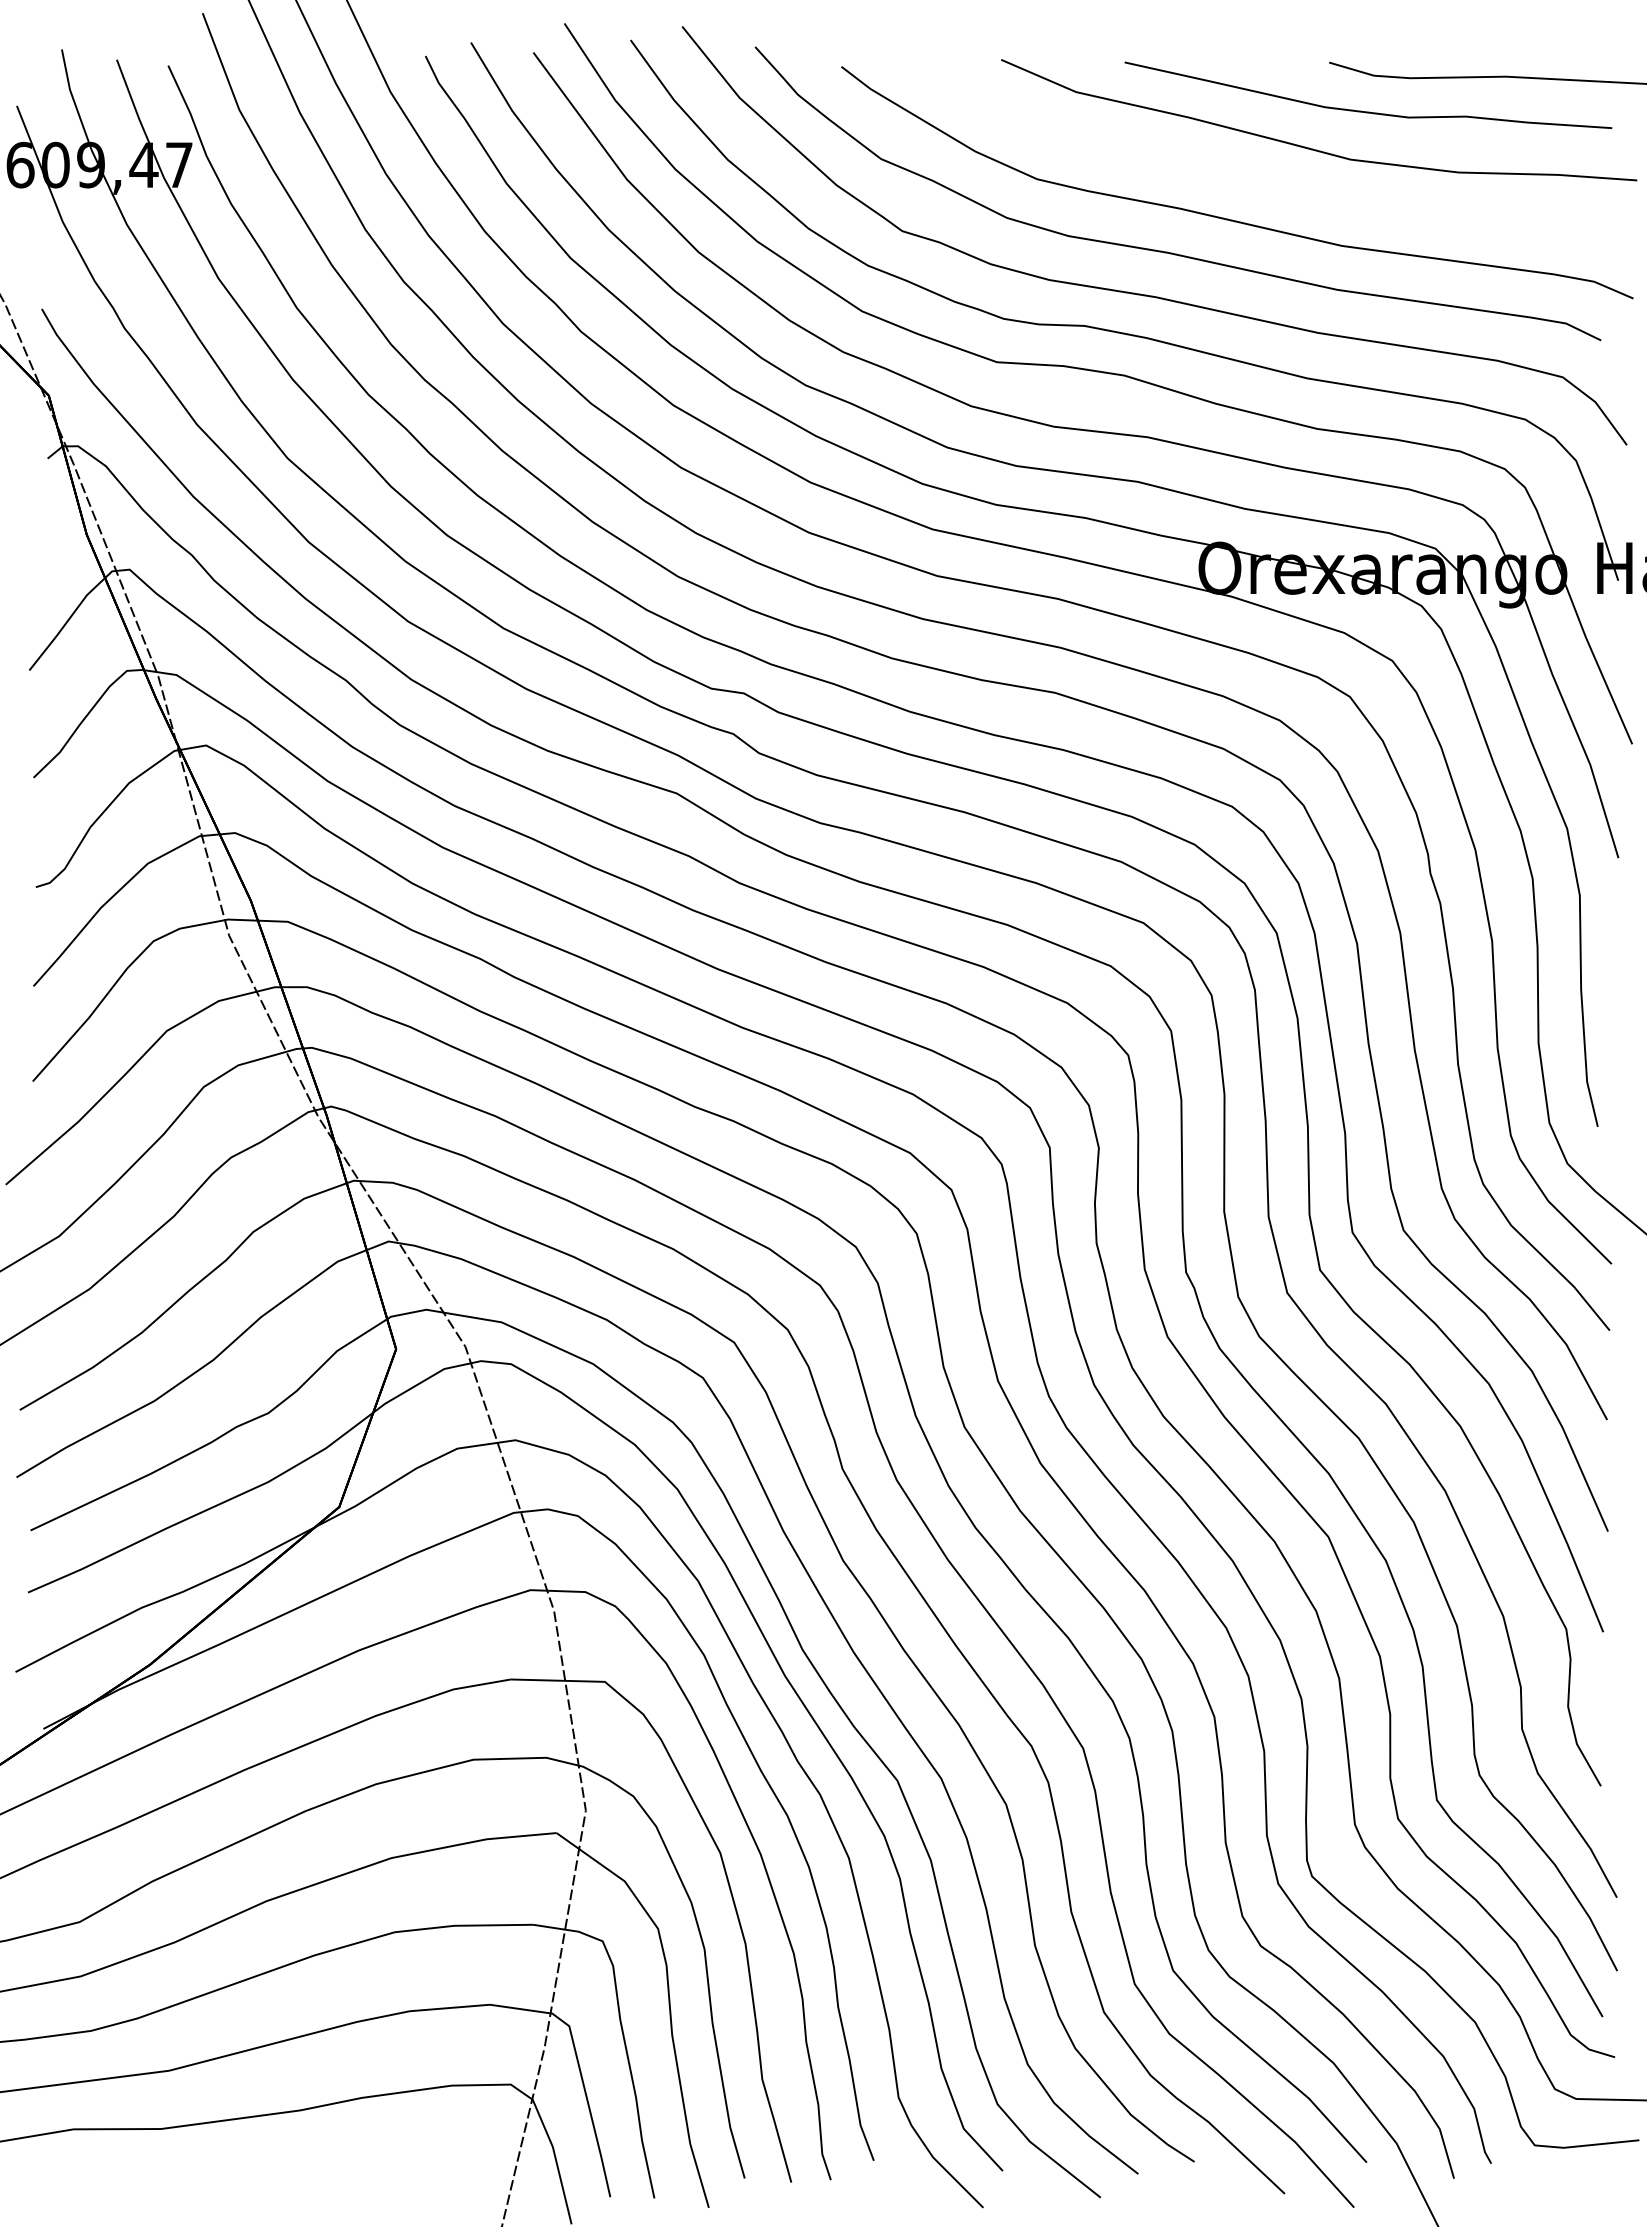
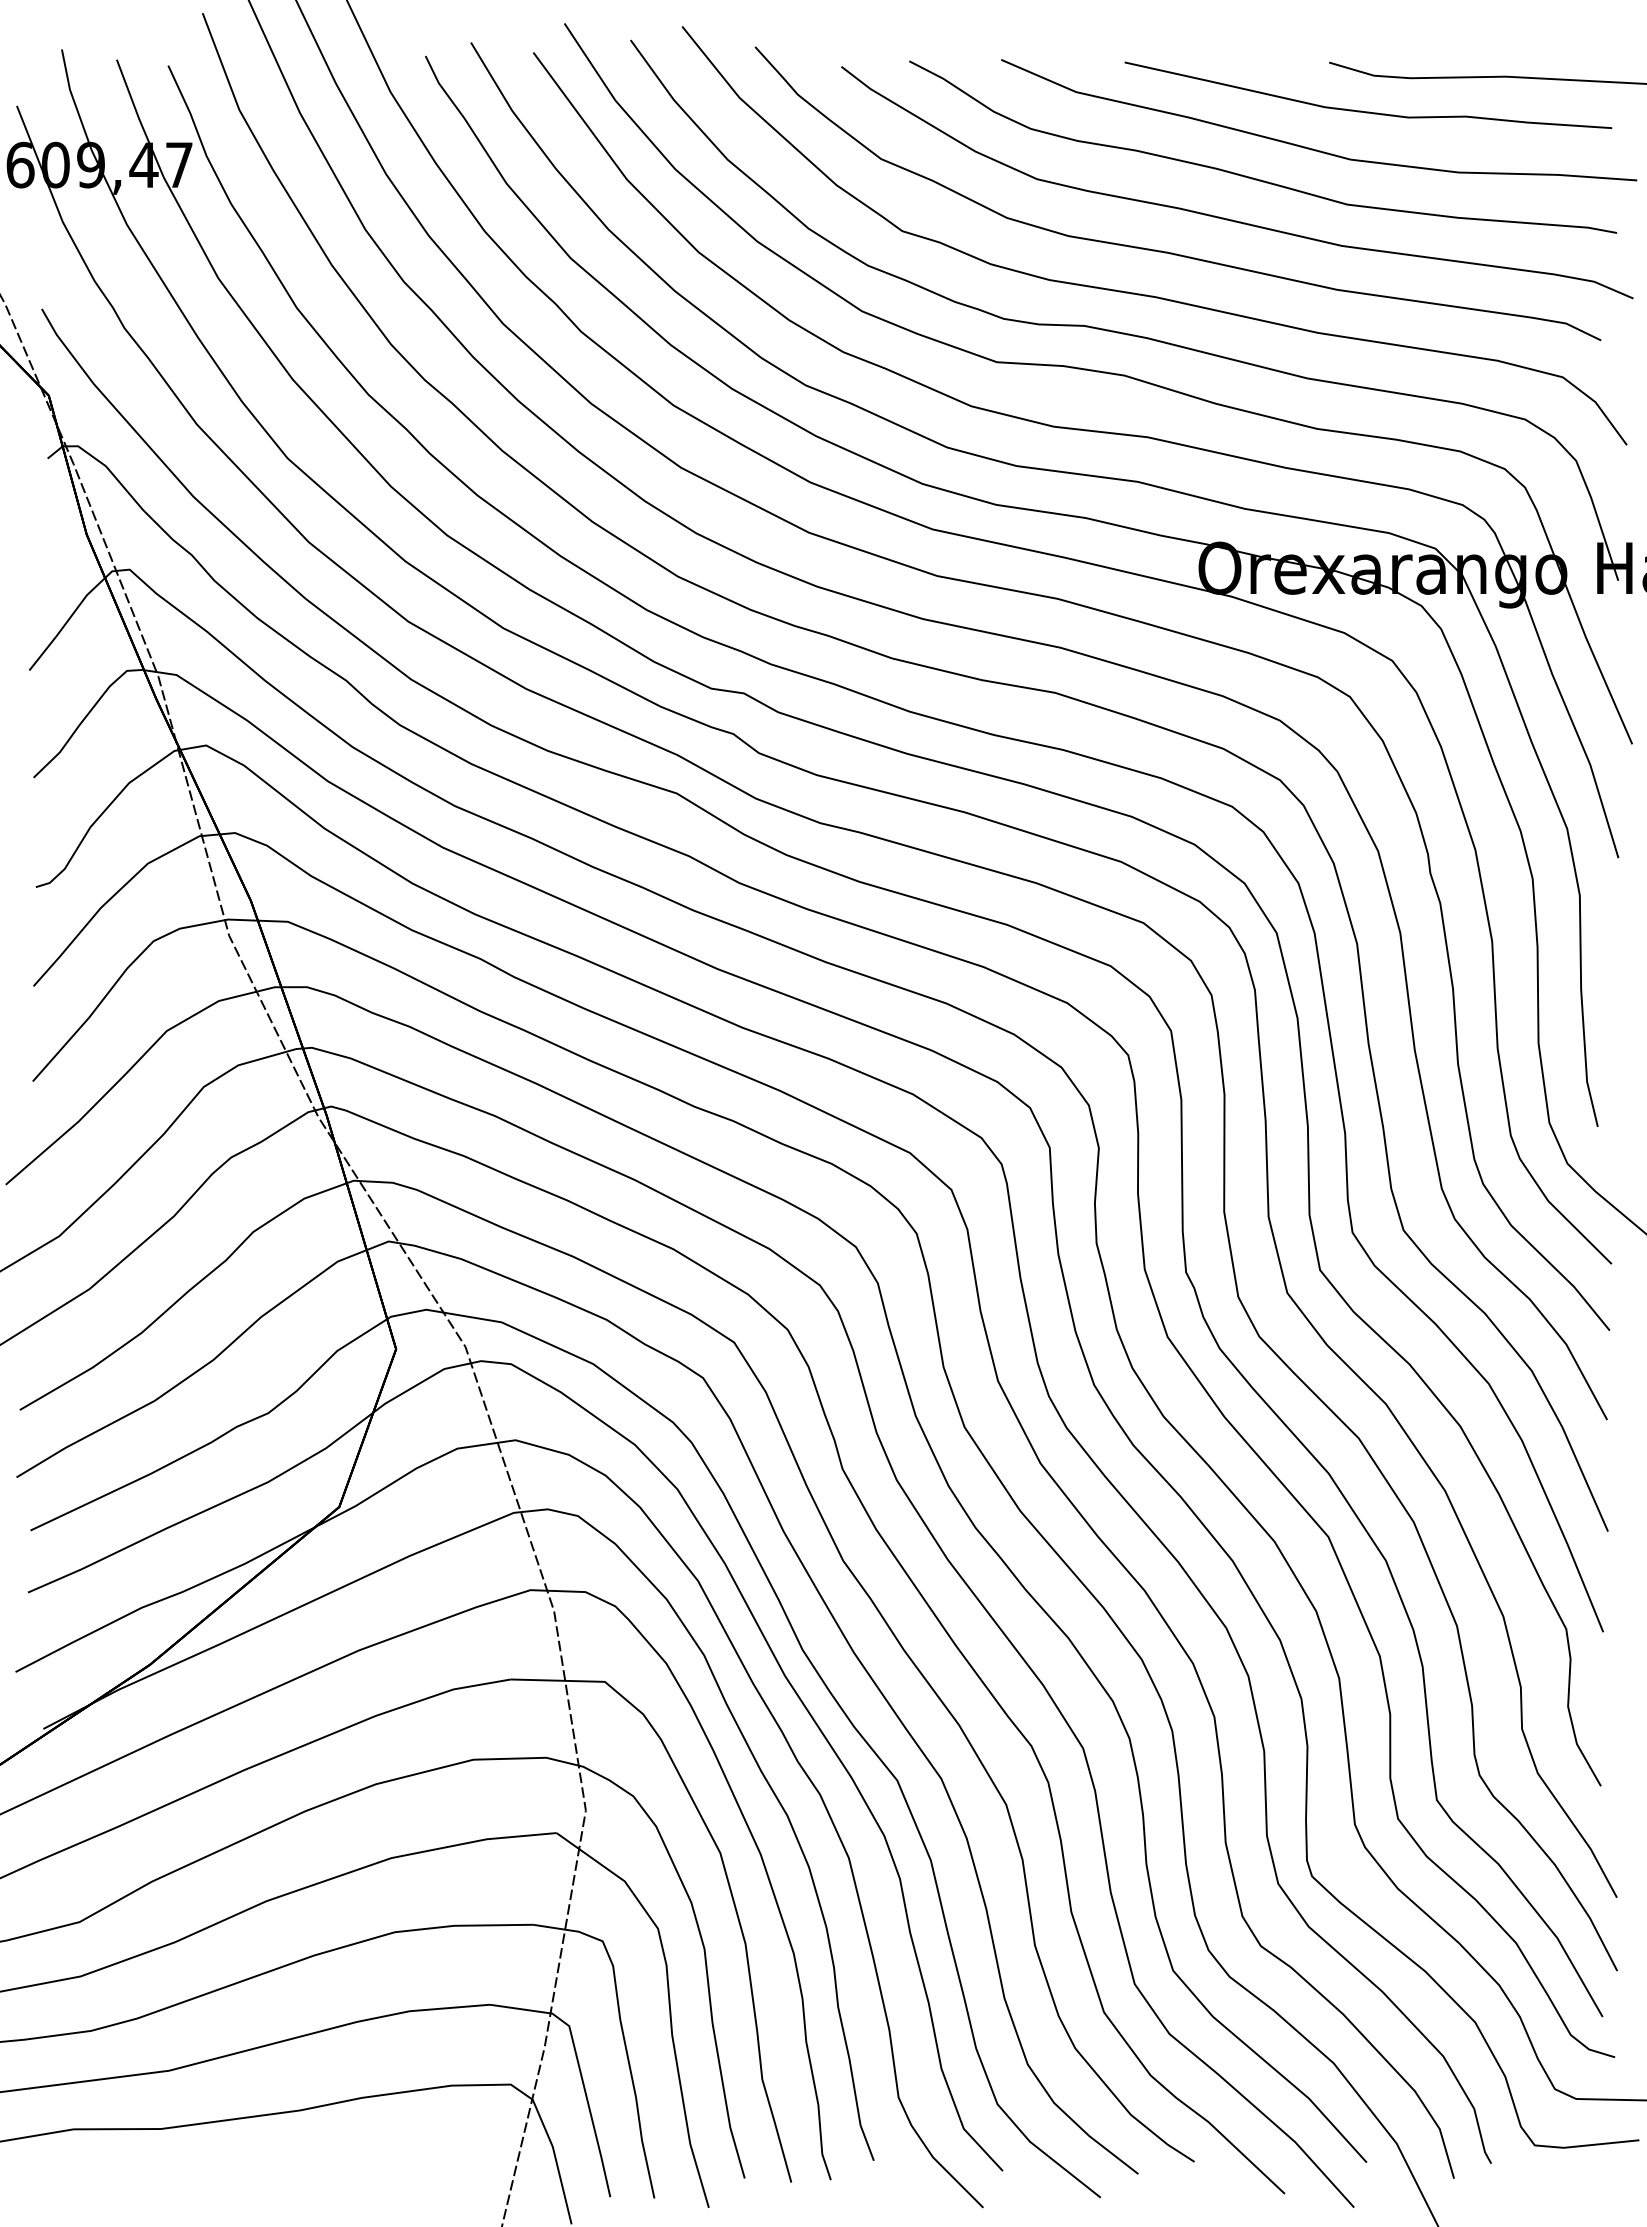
curve at (1257, 178): none -> present
